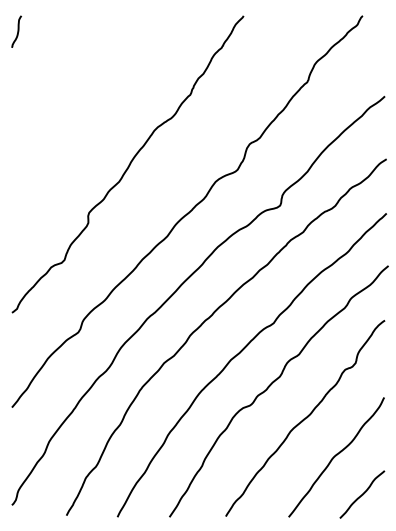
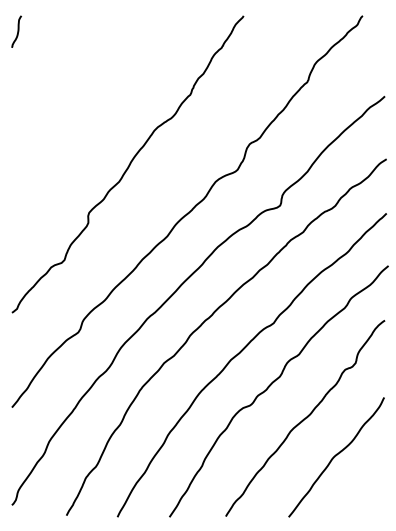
curve at (362, 494): present -> none
